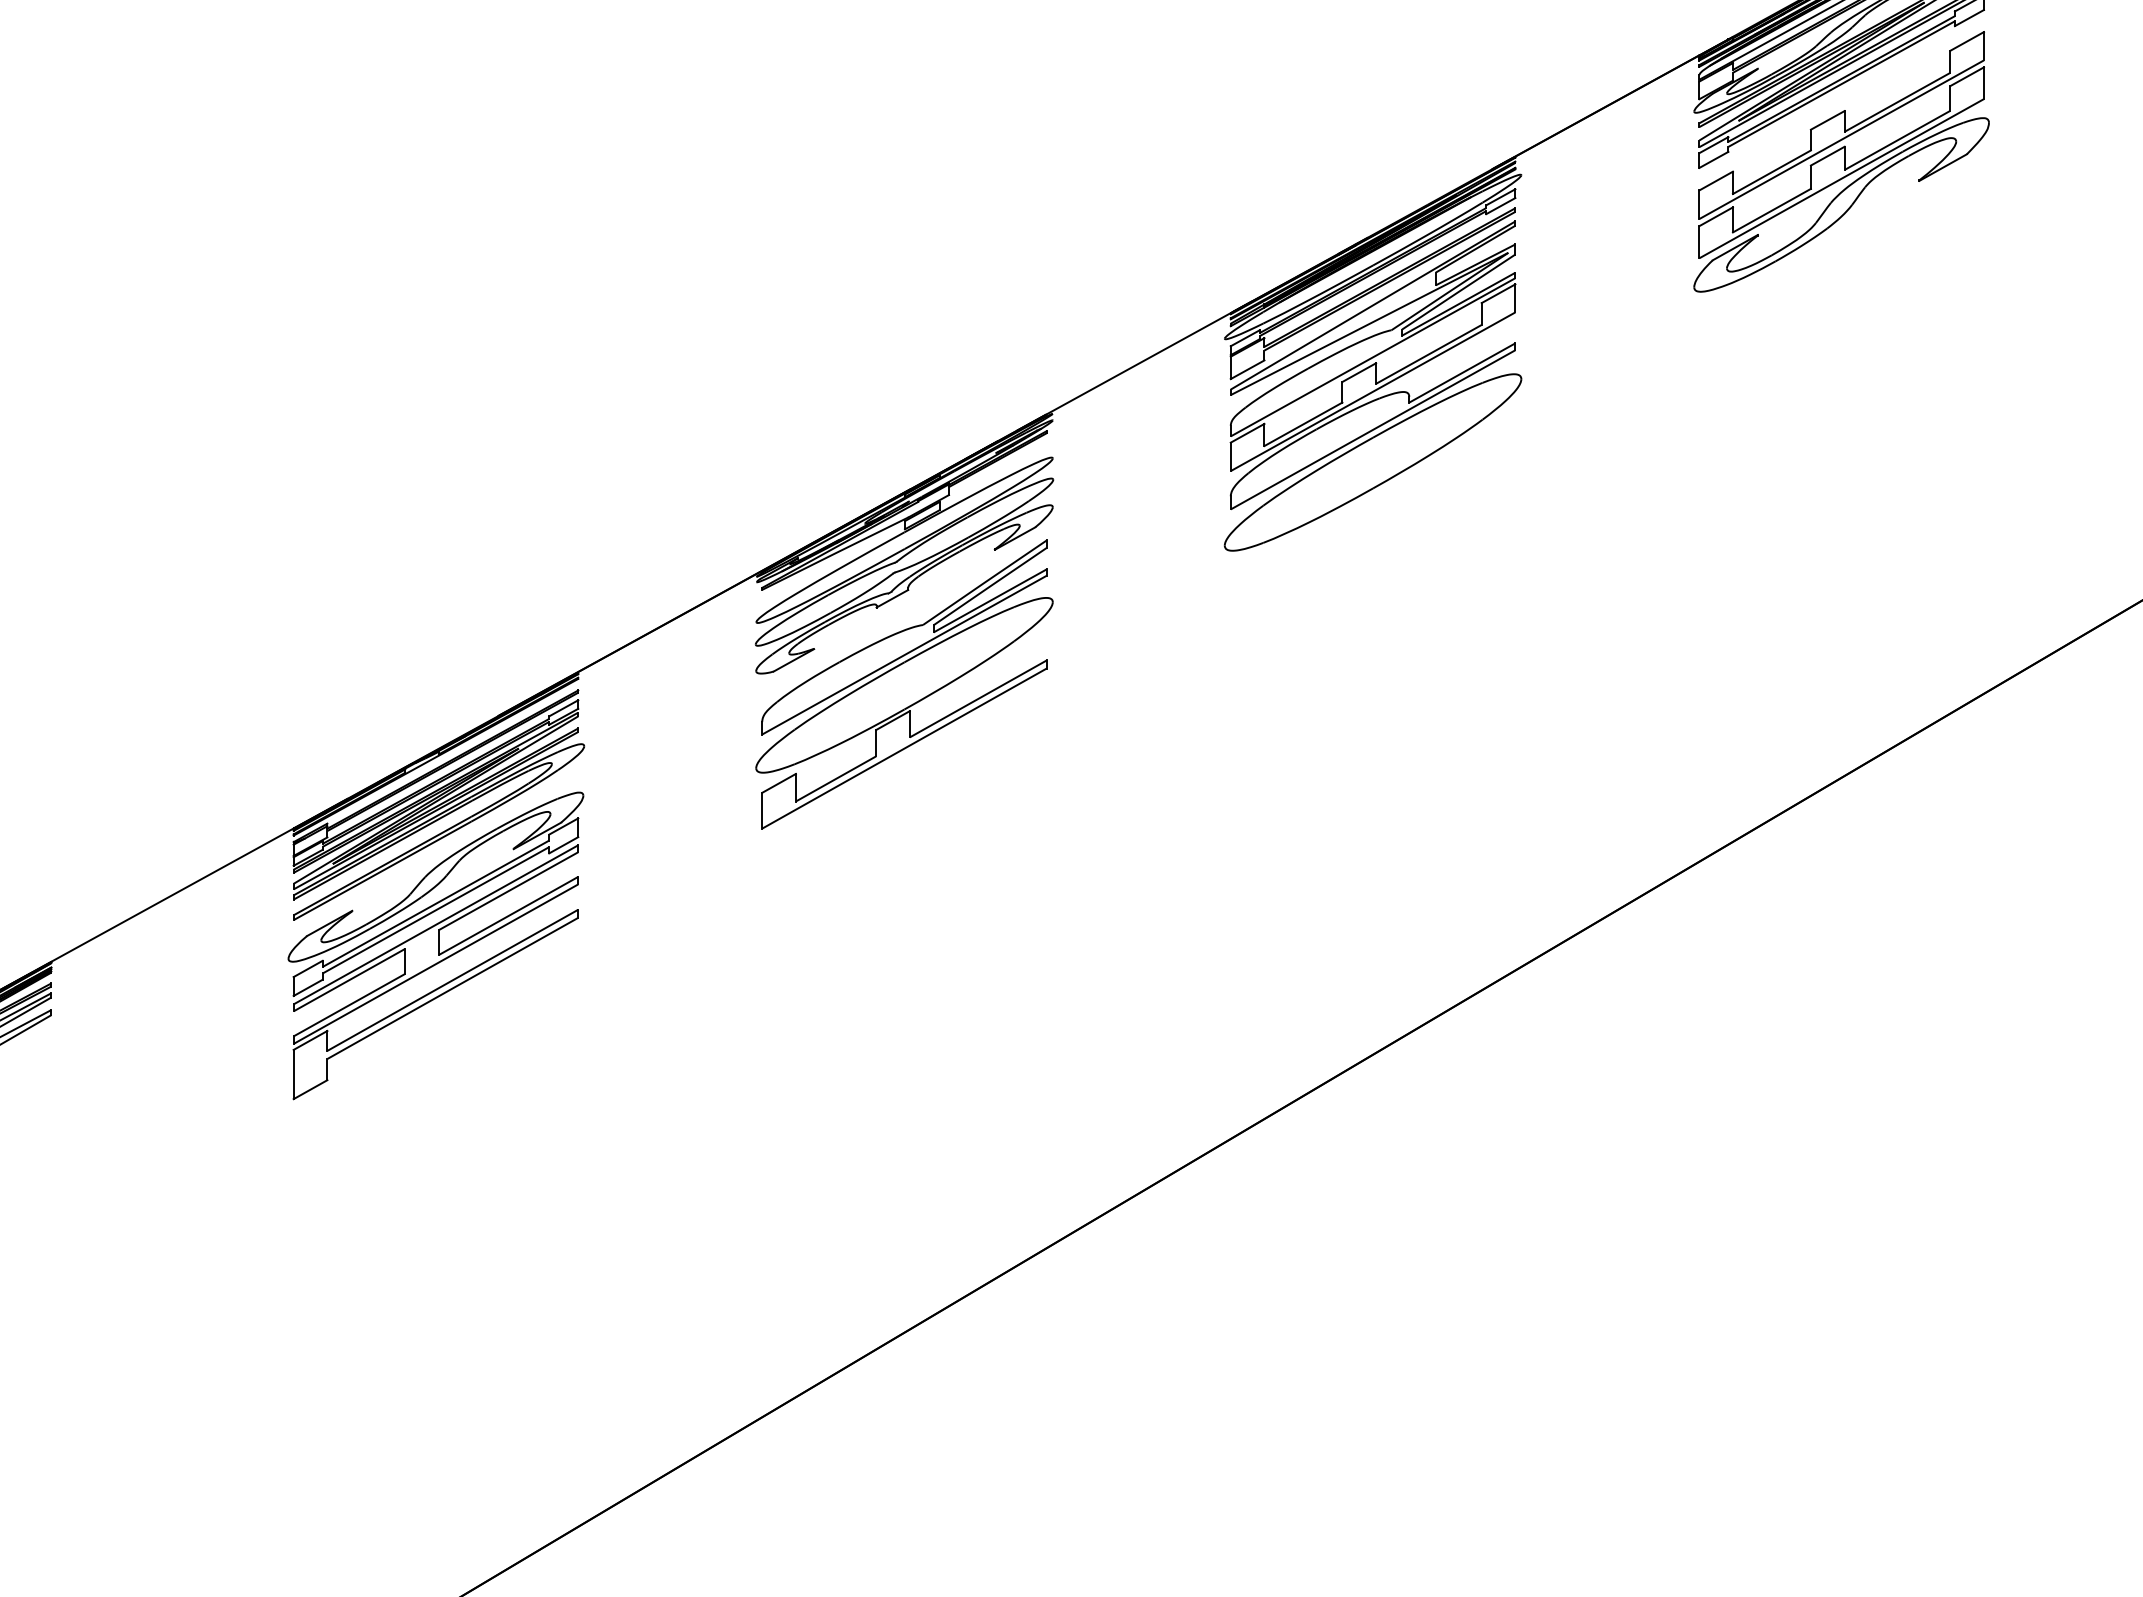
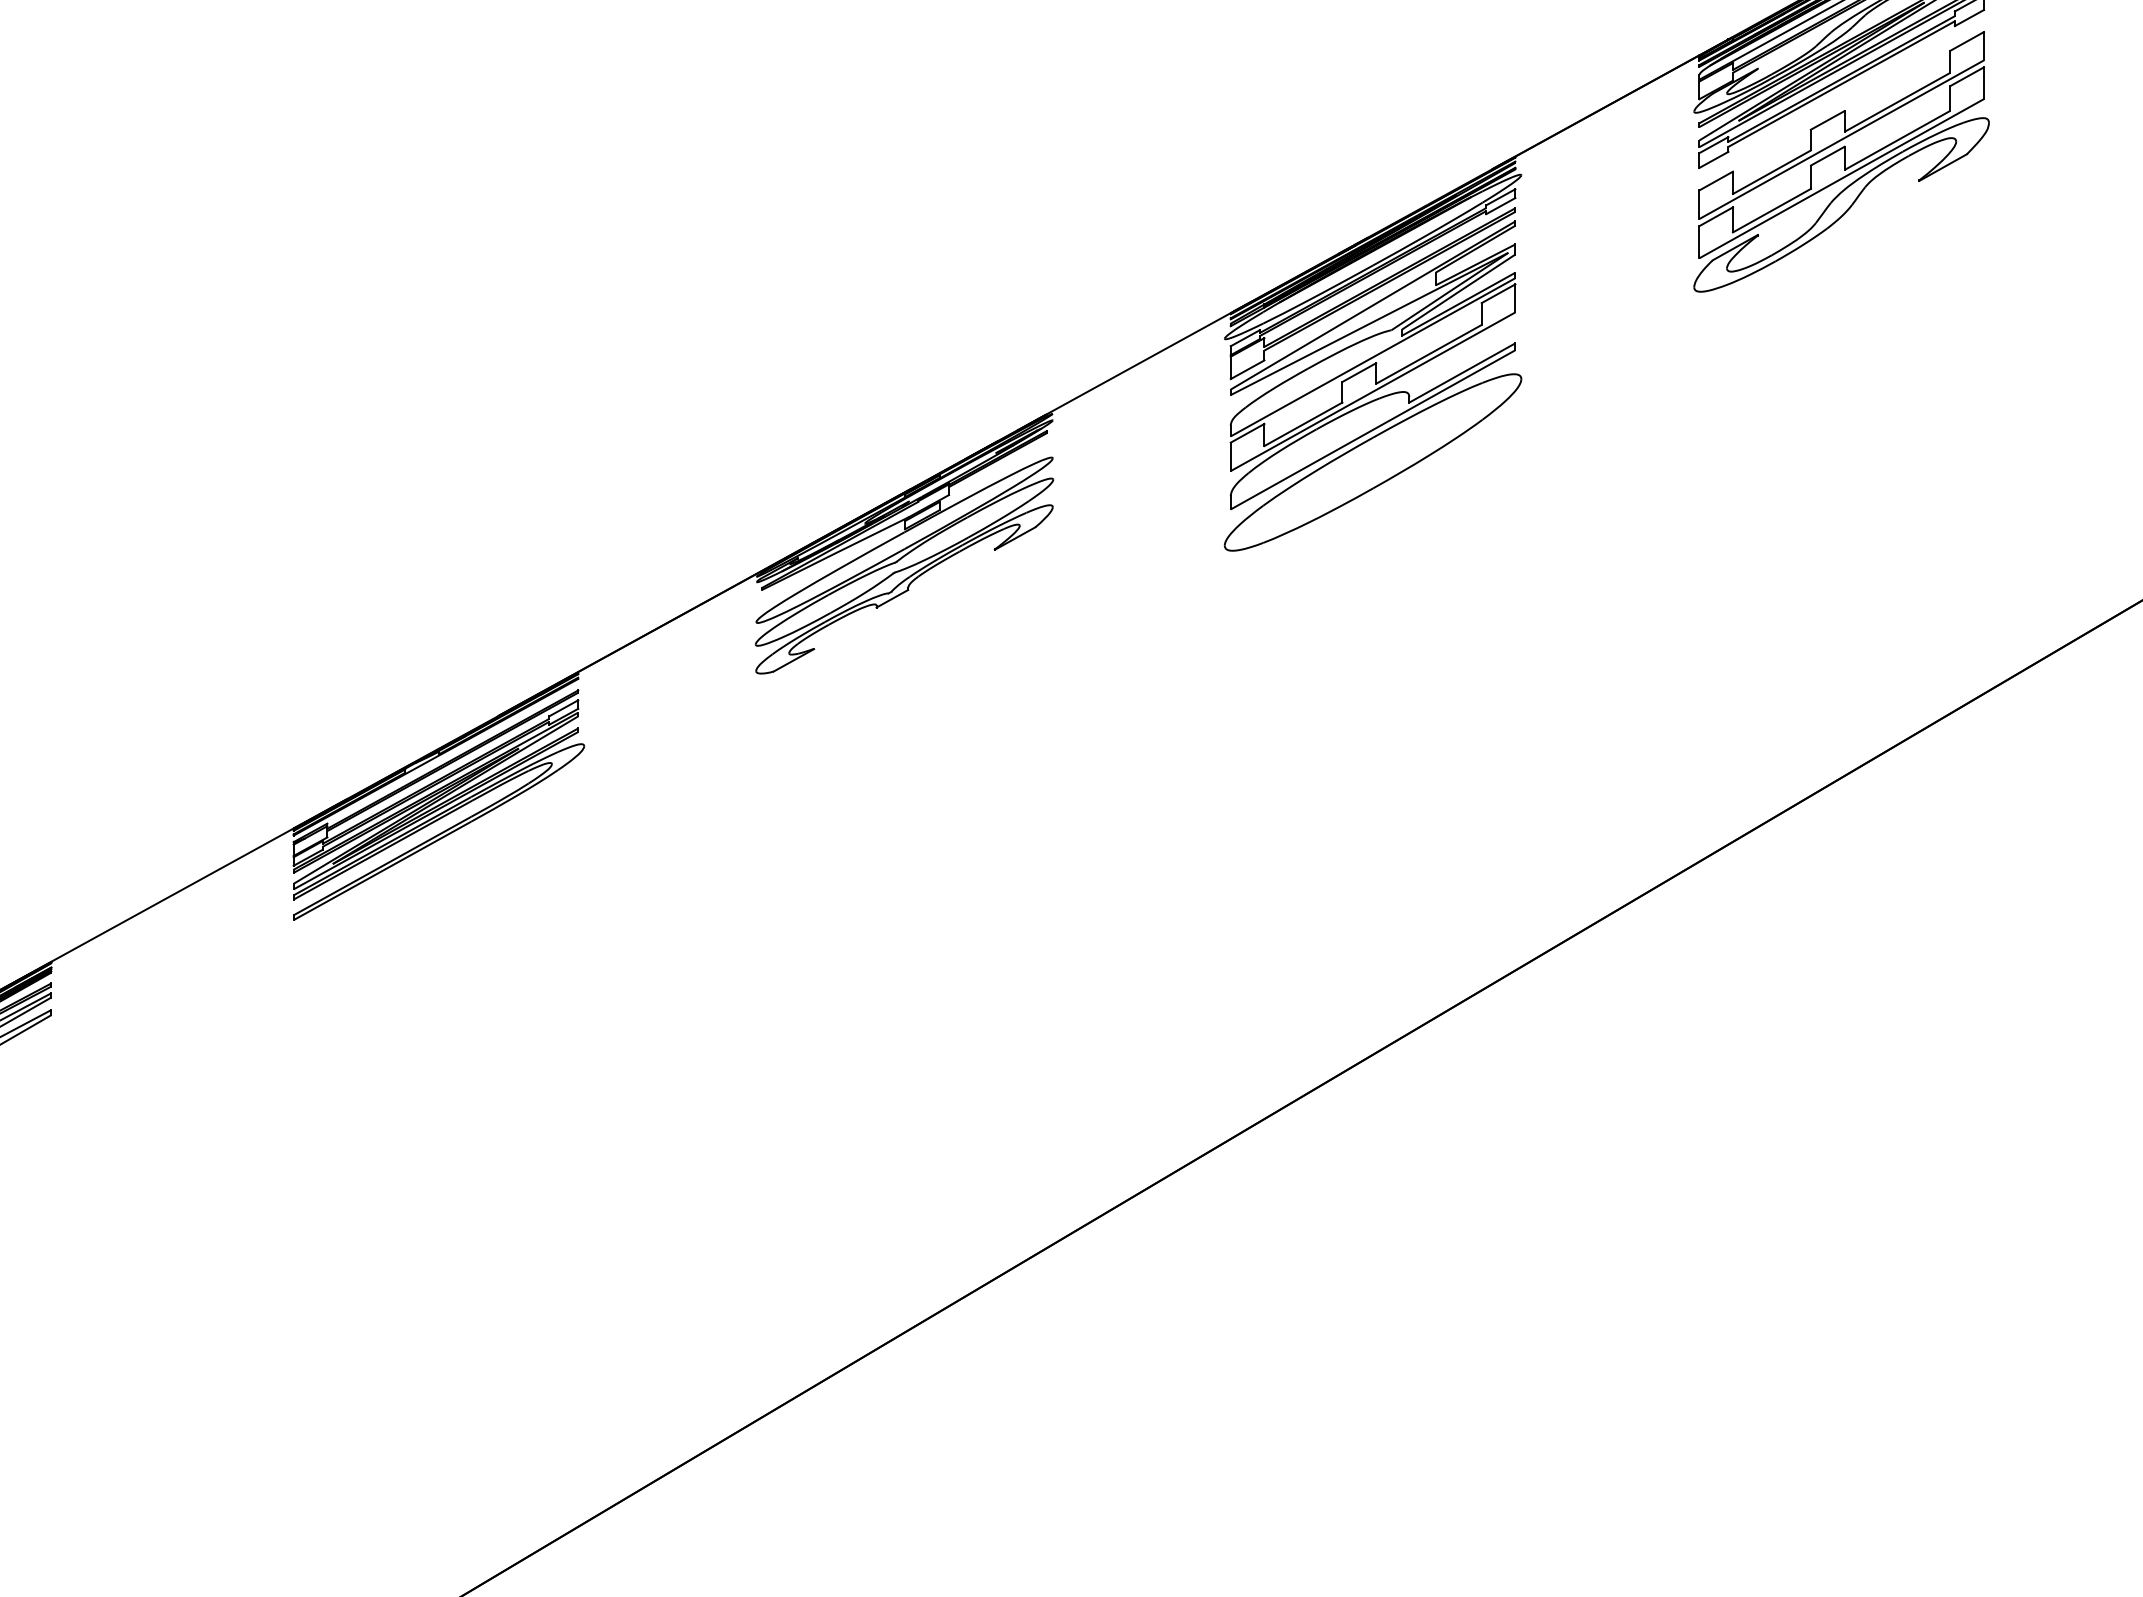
part at (904, 684): present -> none
part at (435, 945): present -> none
